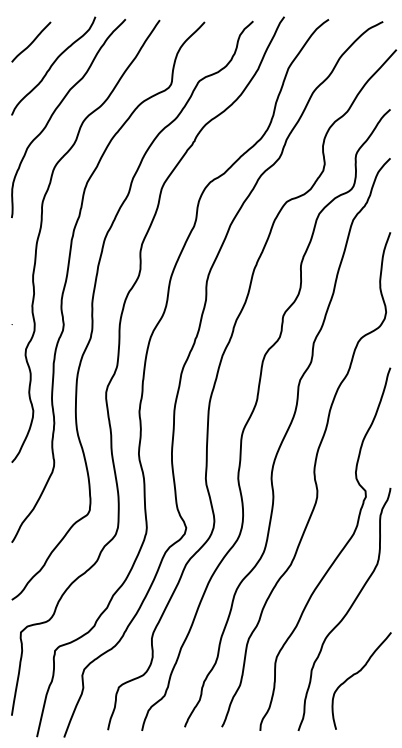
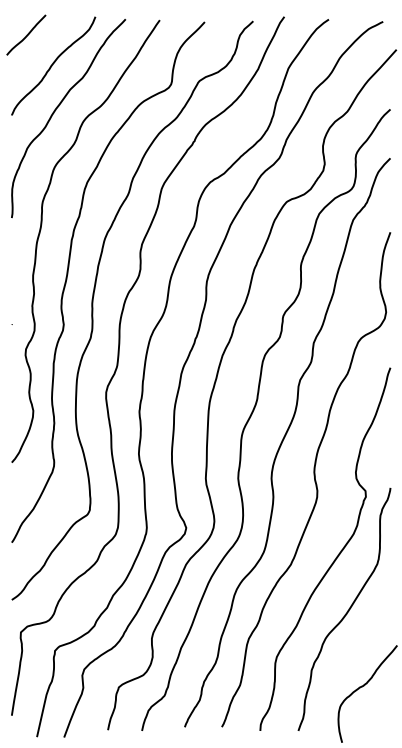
line at (31, 41) position: (31, 41) -> (26, 34)
curve at (358, 673) position: (358, 673) -> (364, 686)
